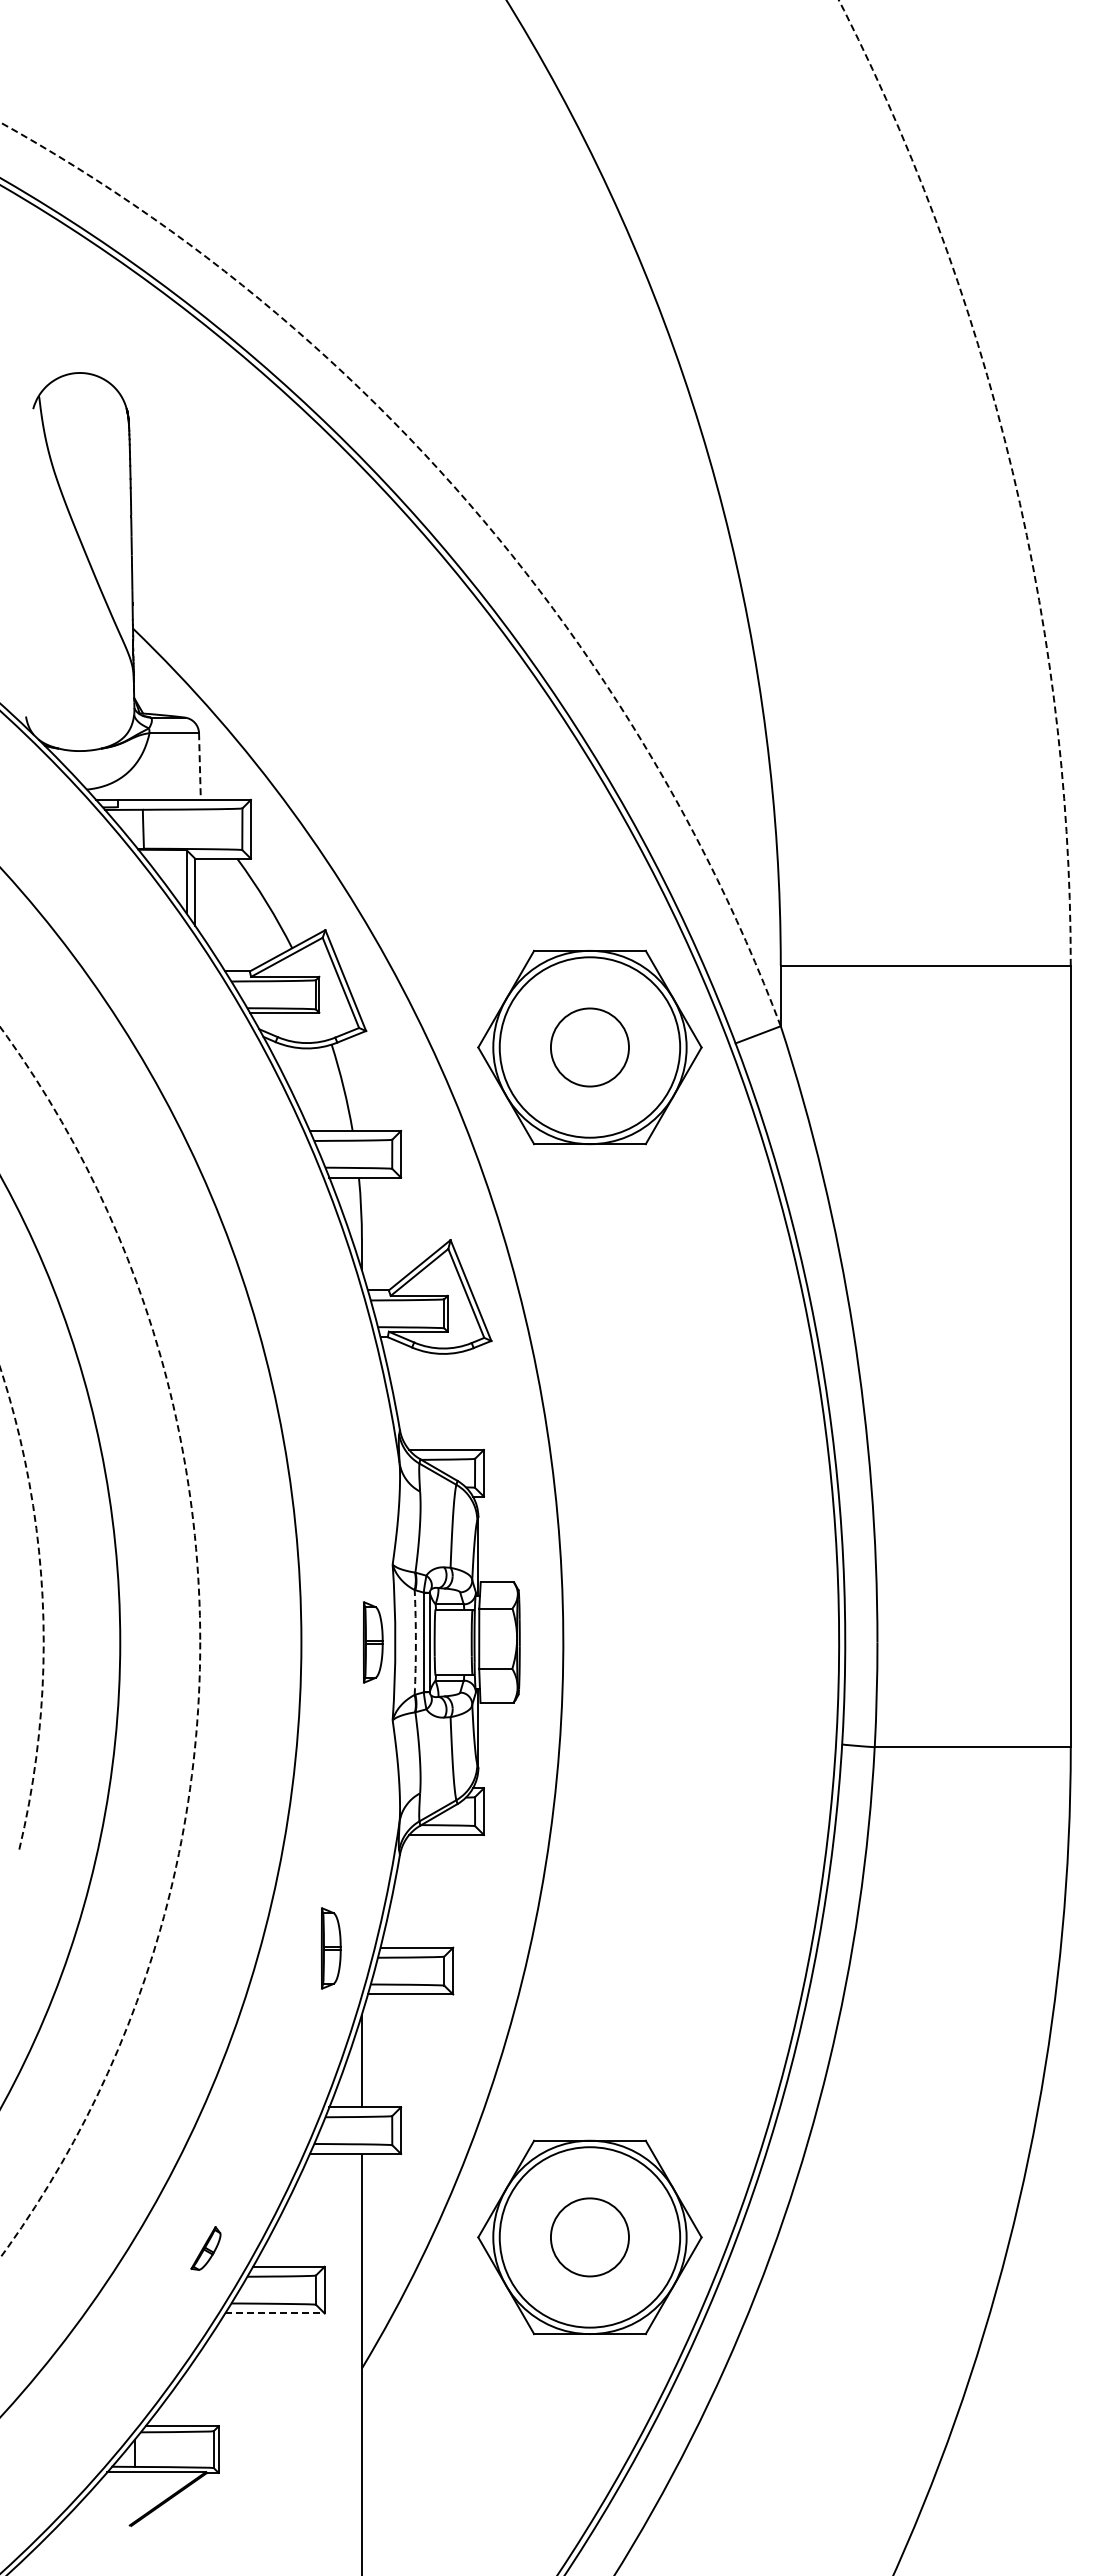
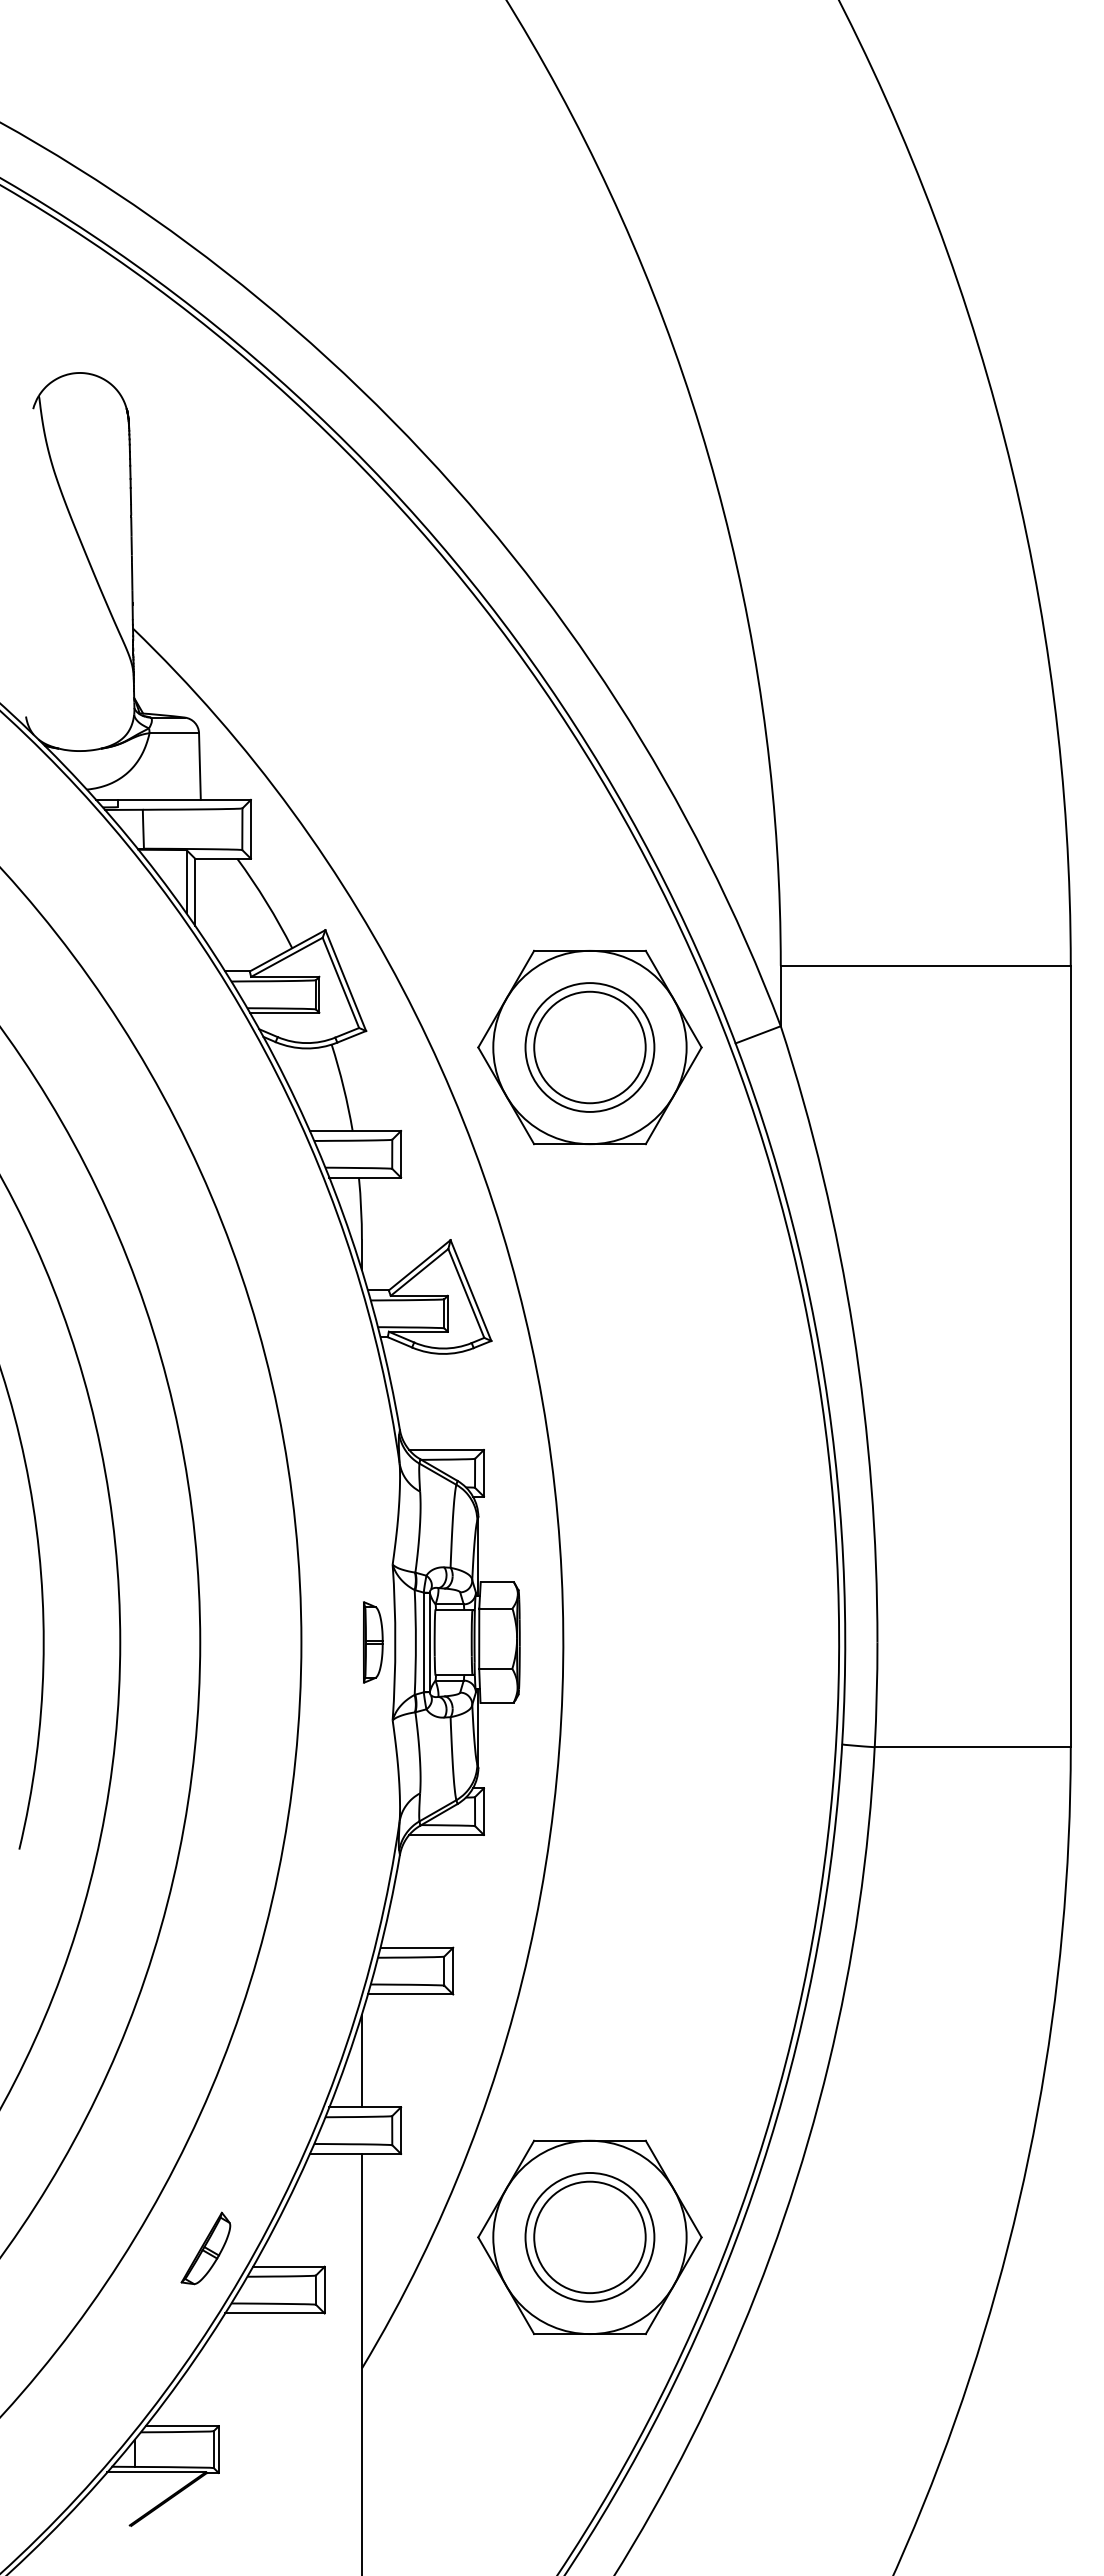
arc at (1011, 469): dashed -> solid
arc at (471, 506): dashed -> solid
line at (199, 767): dashed -> solid
circle at (589, 1047) diameter: 180 px -> 129 px
circle at (589, 1047) diameter: 78 px -> 111 px
arc at (42, 1608): dashed -> solid
circle at (100, 1642): dashed -> solid
arc at (415, 1642): dashed -> solid
part at (331, 1948): present -> none
circle at (589, 2237) diameter: 180 px -> 129 px
circle at (589, 2237) diameter: 78 px -> 111 px
part at (205, 2248) size: 32x45 px -> 52x75 px
line at (274, 2313): dashed -> solid
